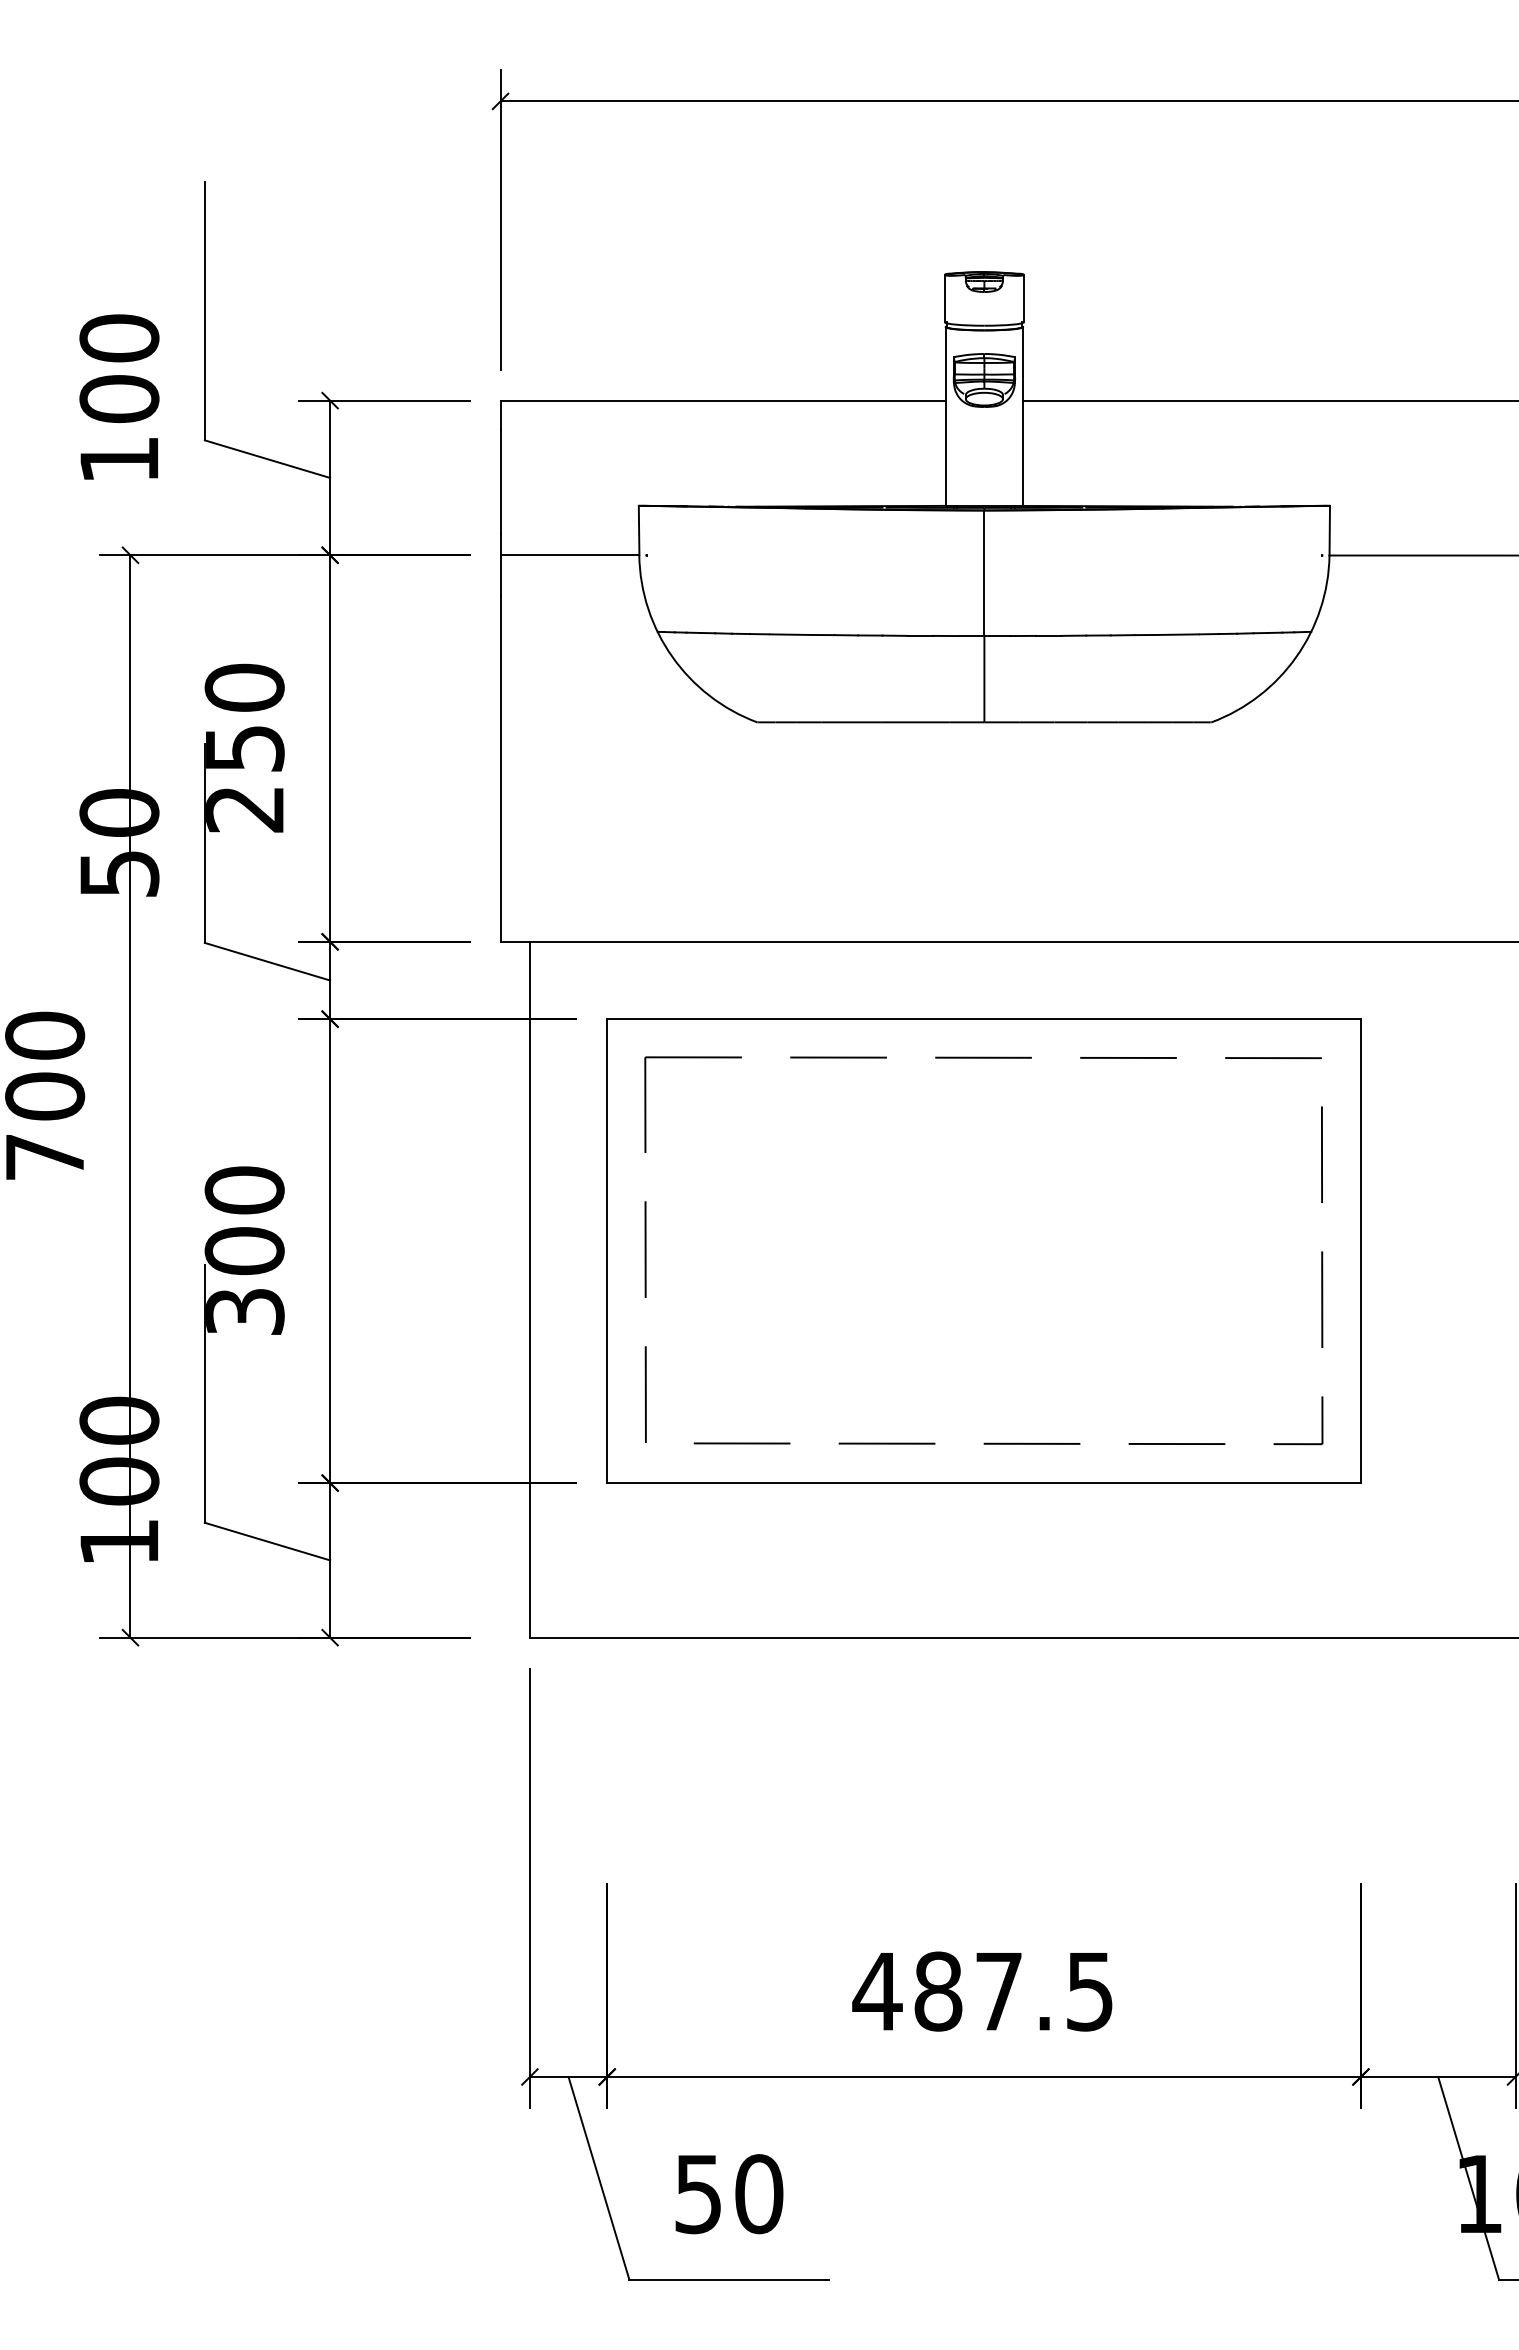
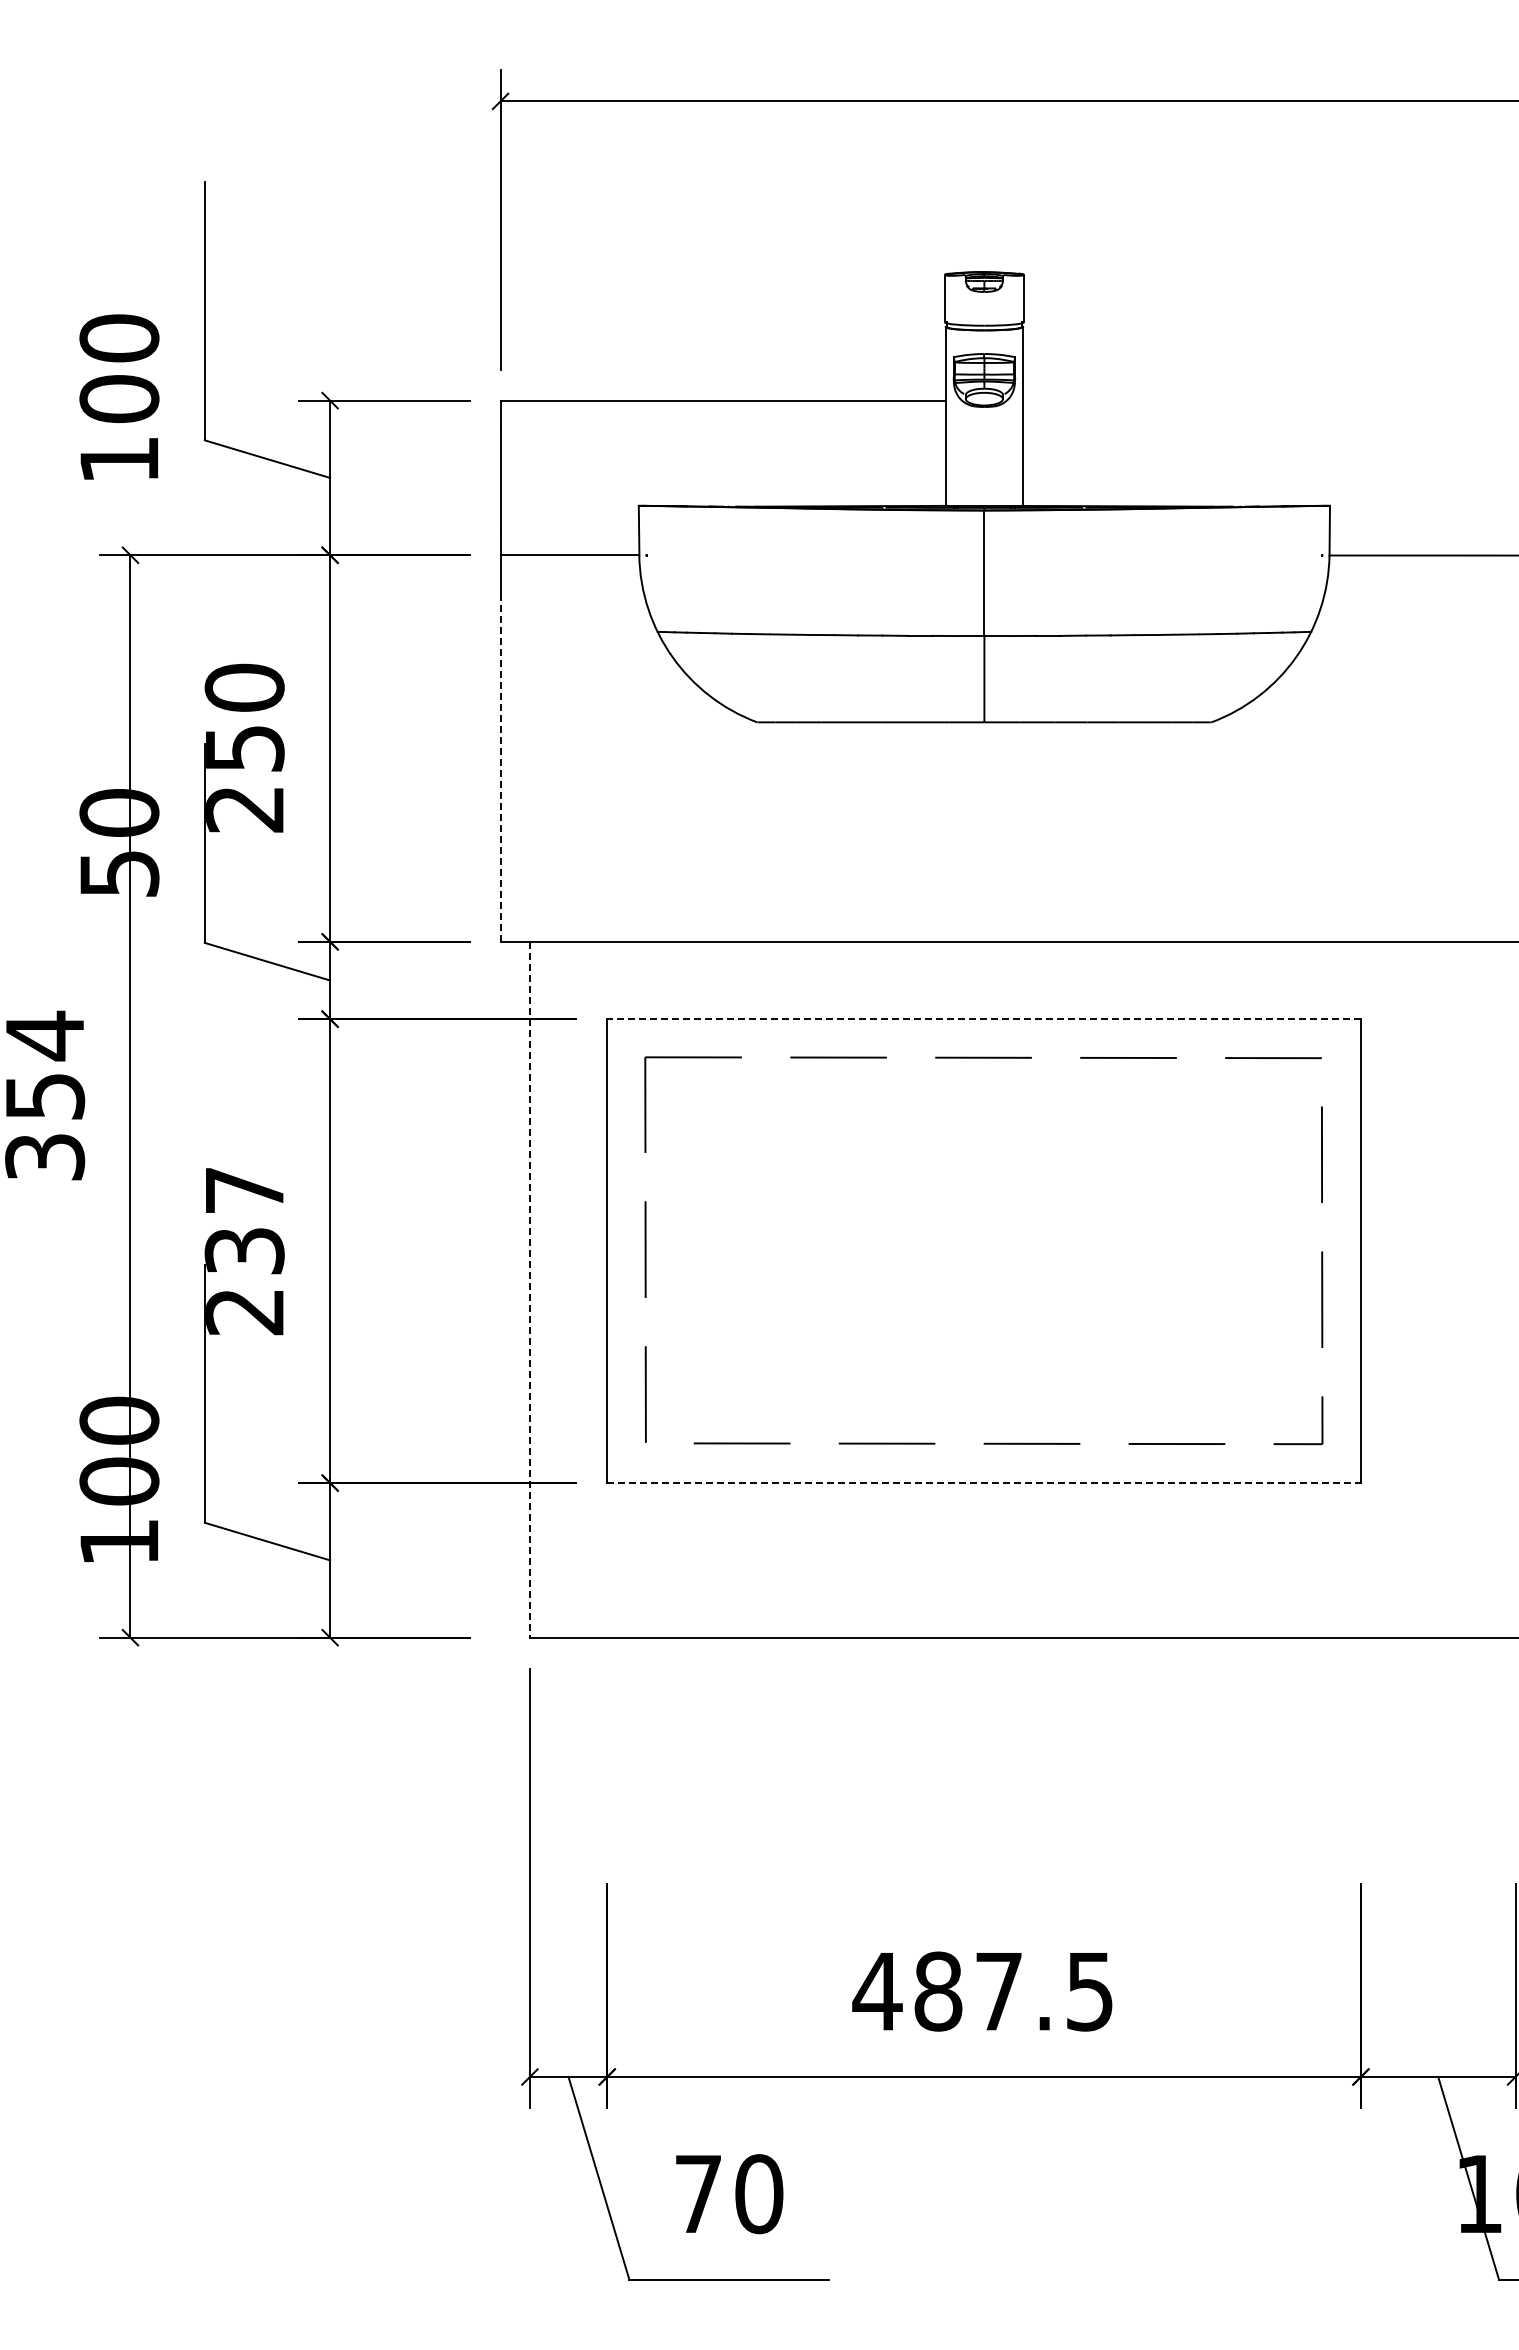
line at (1268, 400): present -> none
line at (500, 768): solid -> dashed
line at (984, 1019): solid -> dashed
text at (45, 1095): 700 -> 354
text at (244, 1250): 300 -> 237
line at (529, 1289): solid -> dashed
line at (984, 1483): solid -> dashed
text at (697, 2194): 50 -> 70
